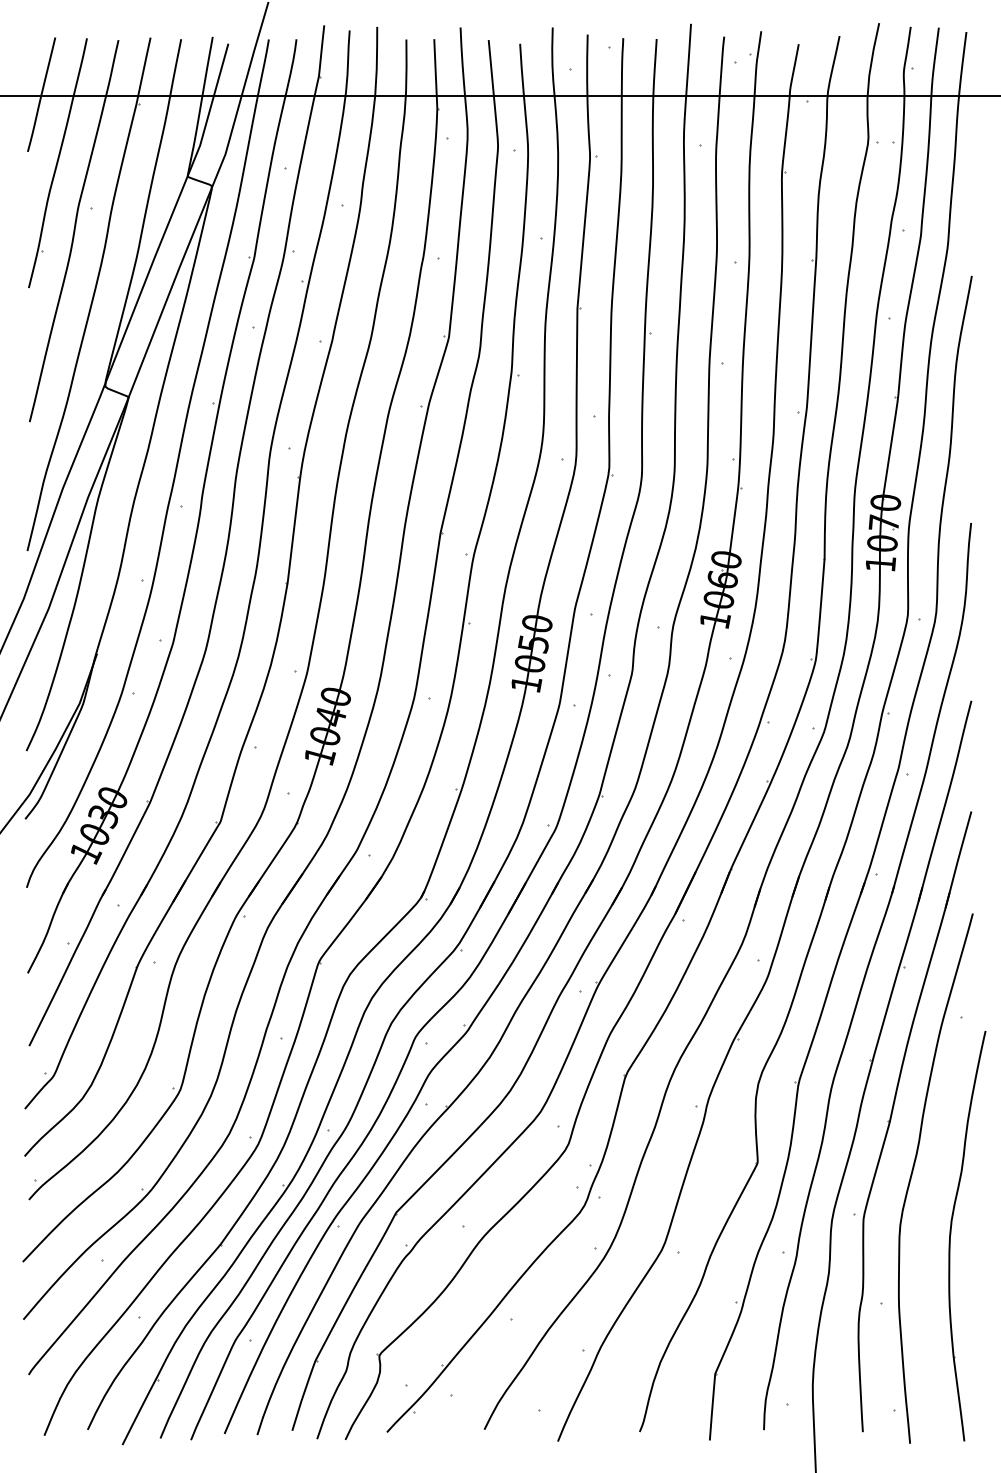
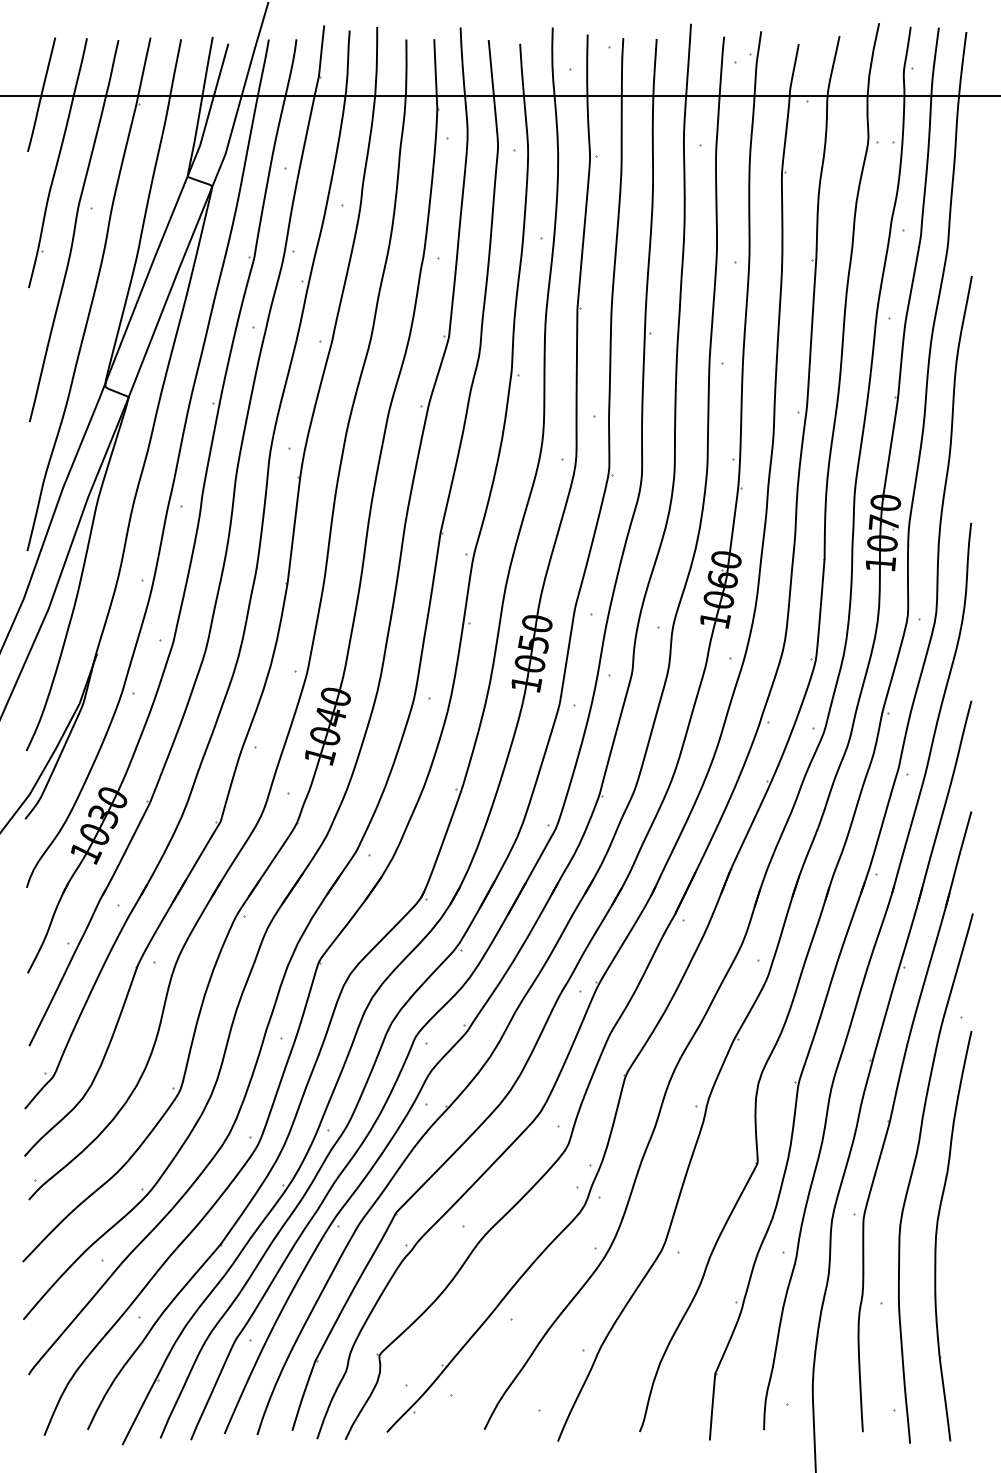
part at (951, 1234) position: (951, 1234) -> (937, 1234)
